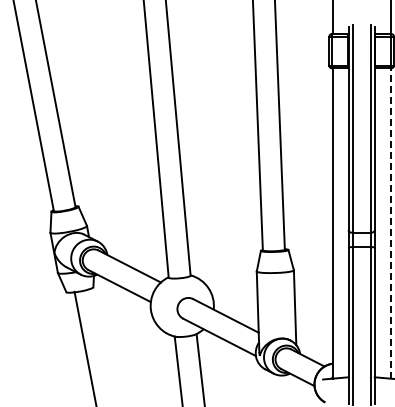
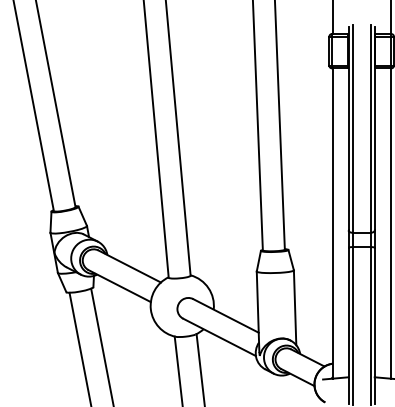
line at (390, 223): dashed -> solid
line at (102, 345): none -> present
line at (85, 347) position: (85, 347) -> (79, 347)
